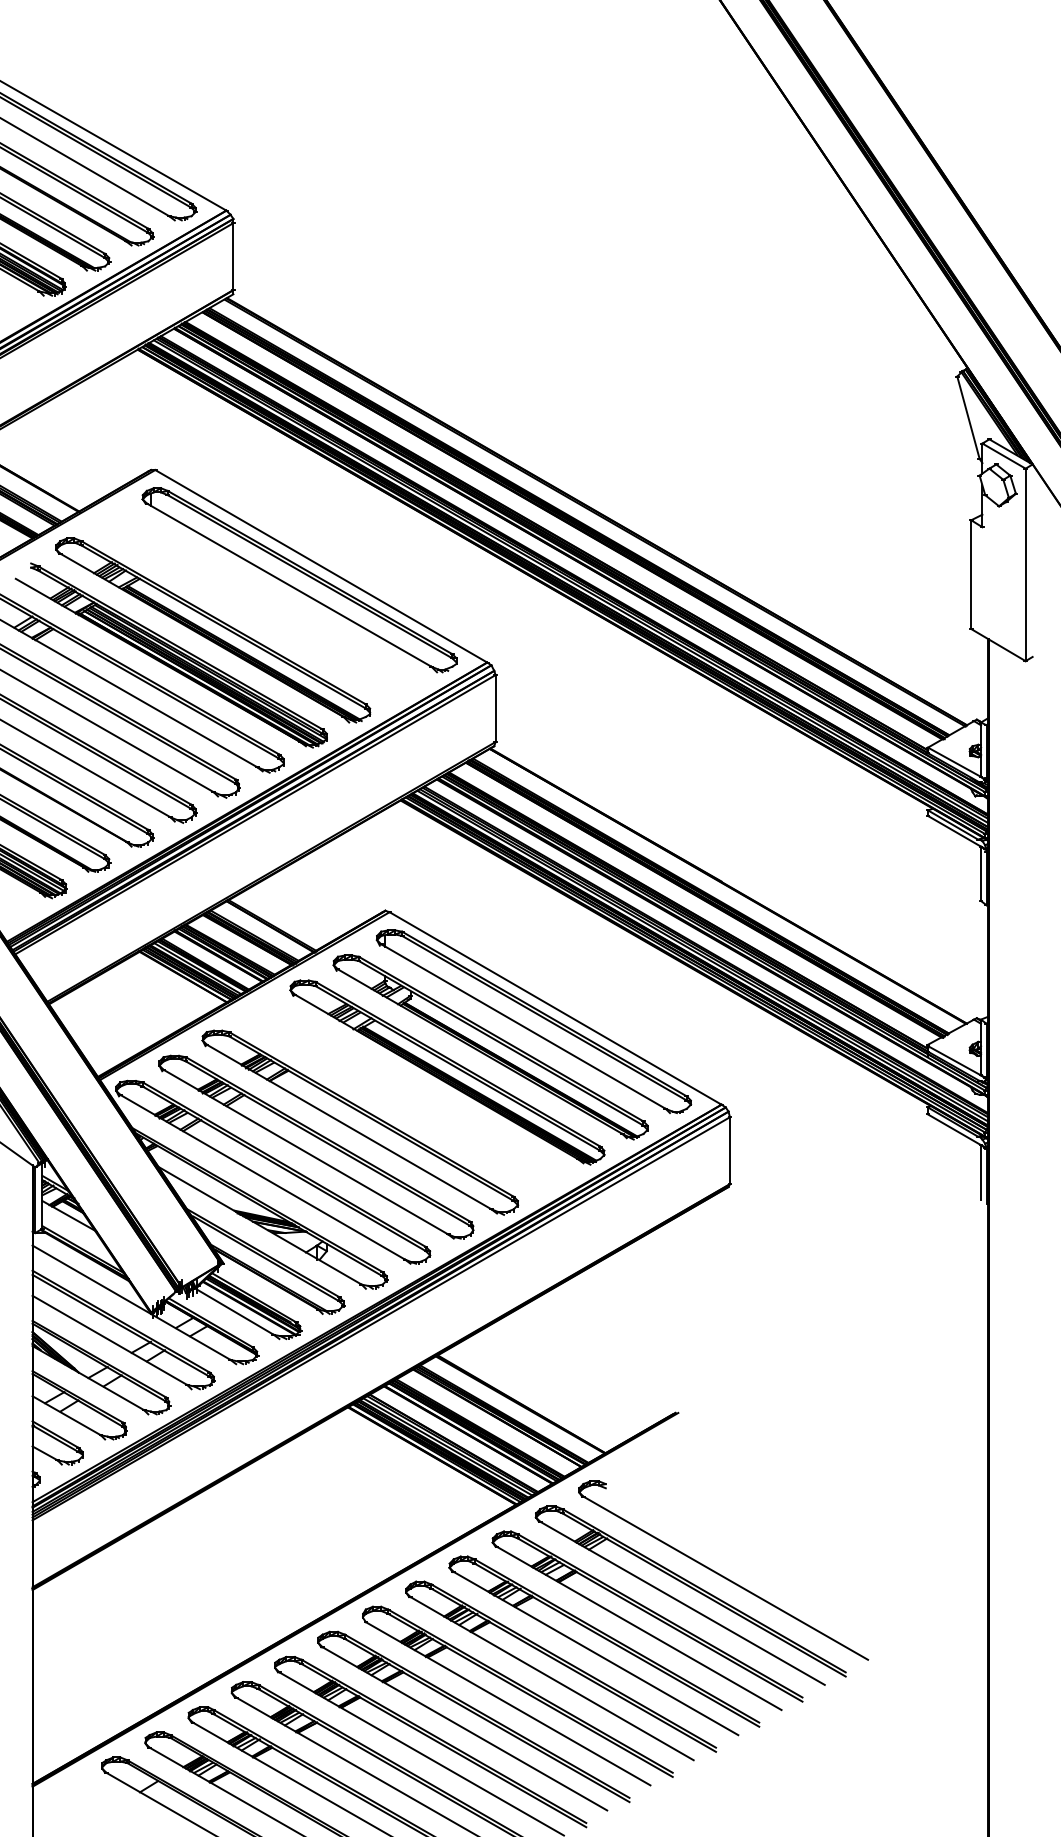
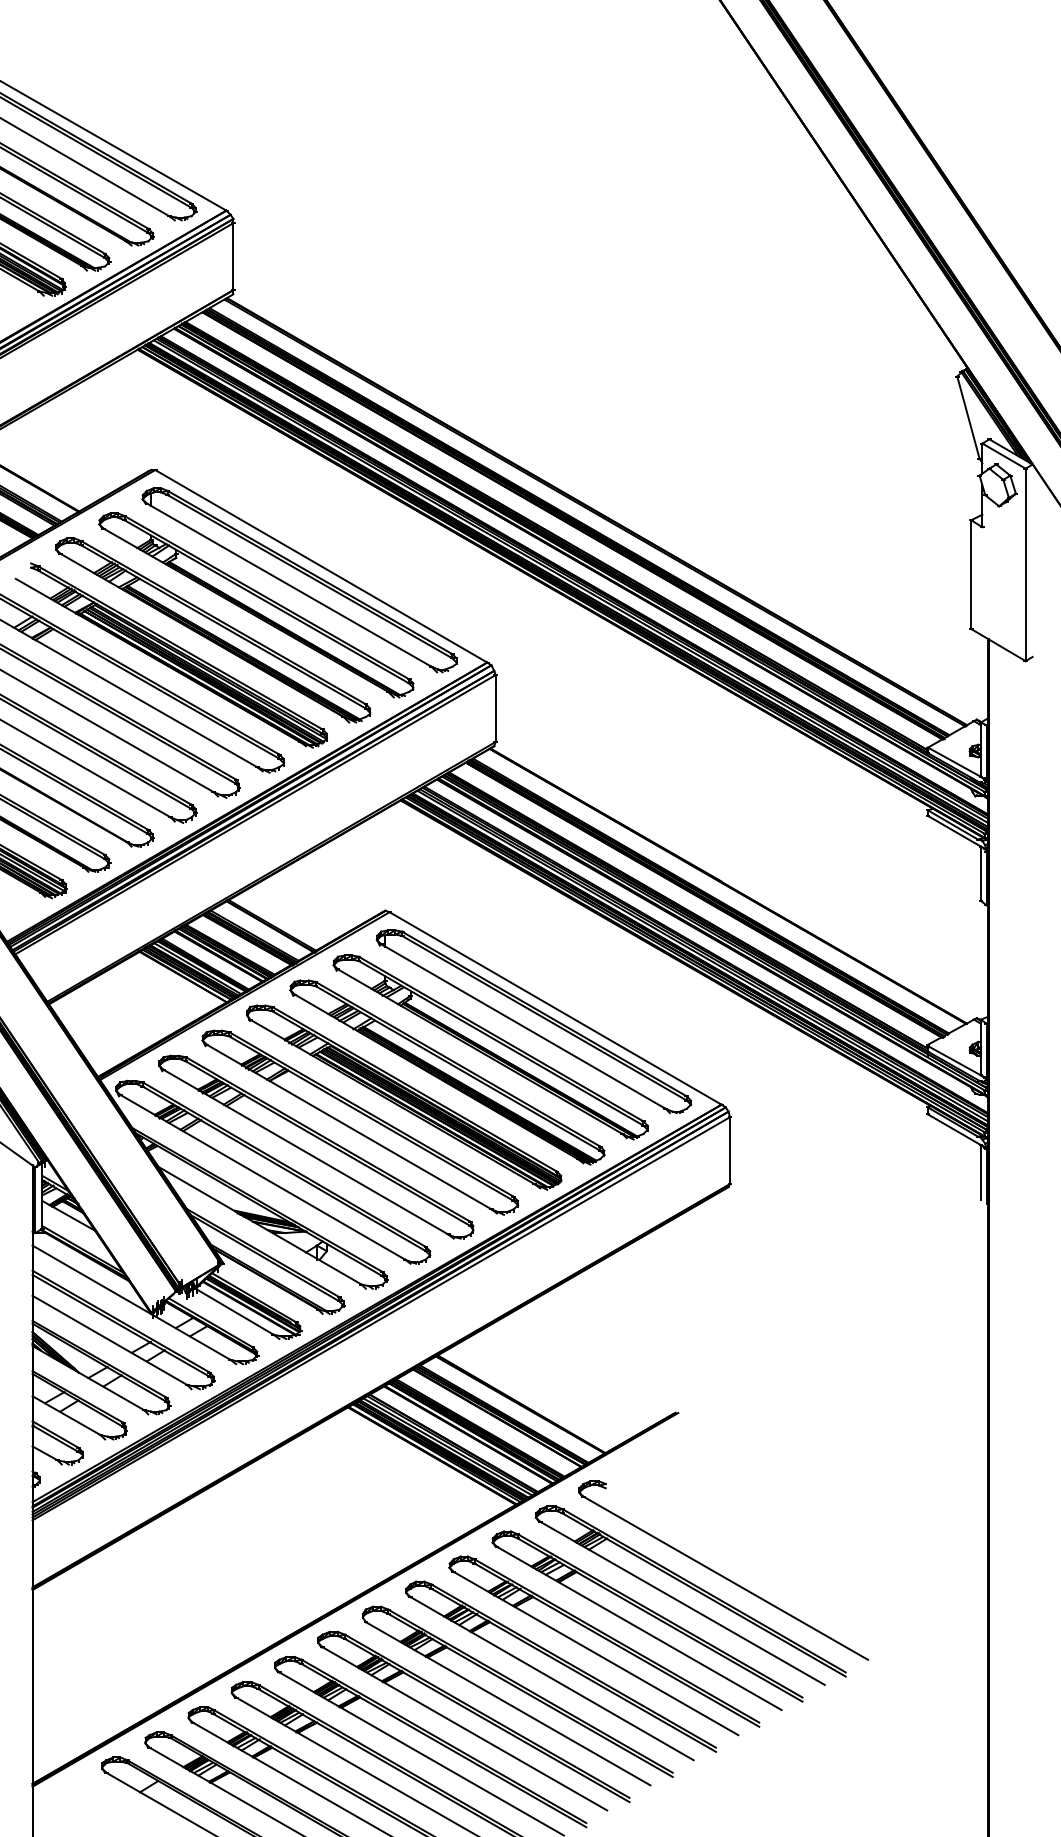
part at (256, 605): none -> present
part at (404, 1097): none -> present
